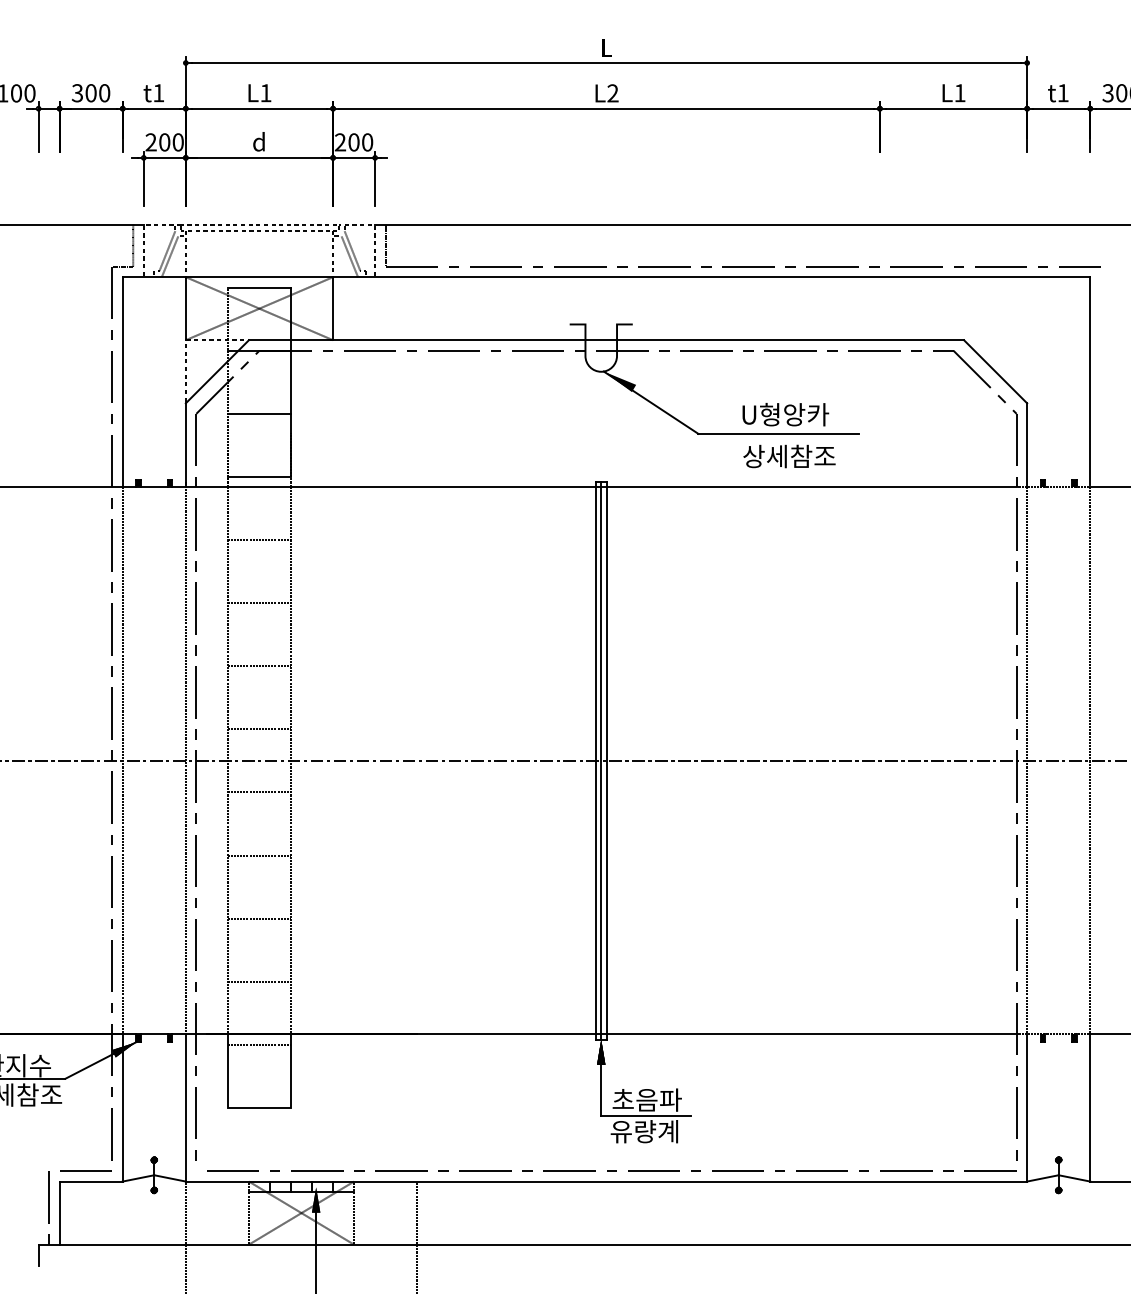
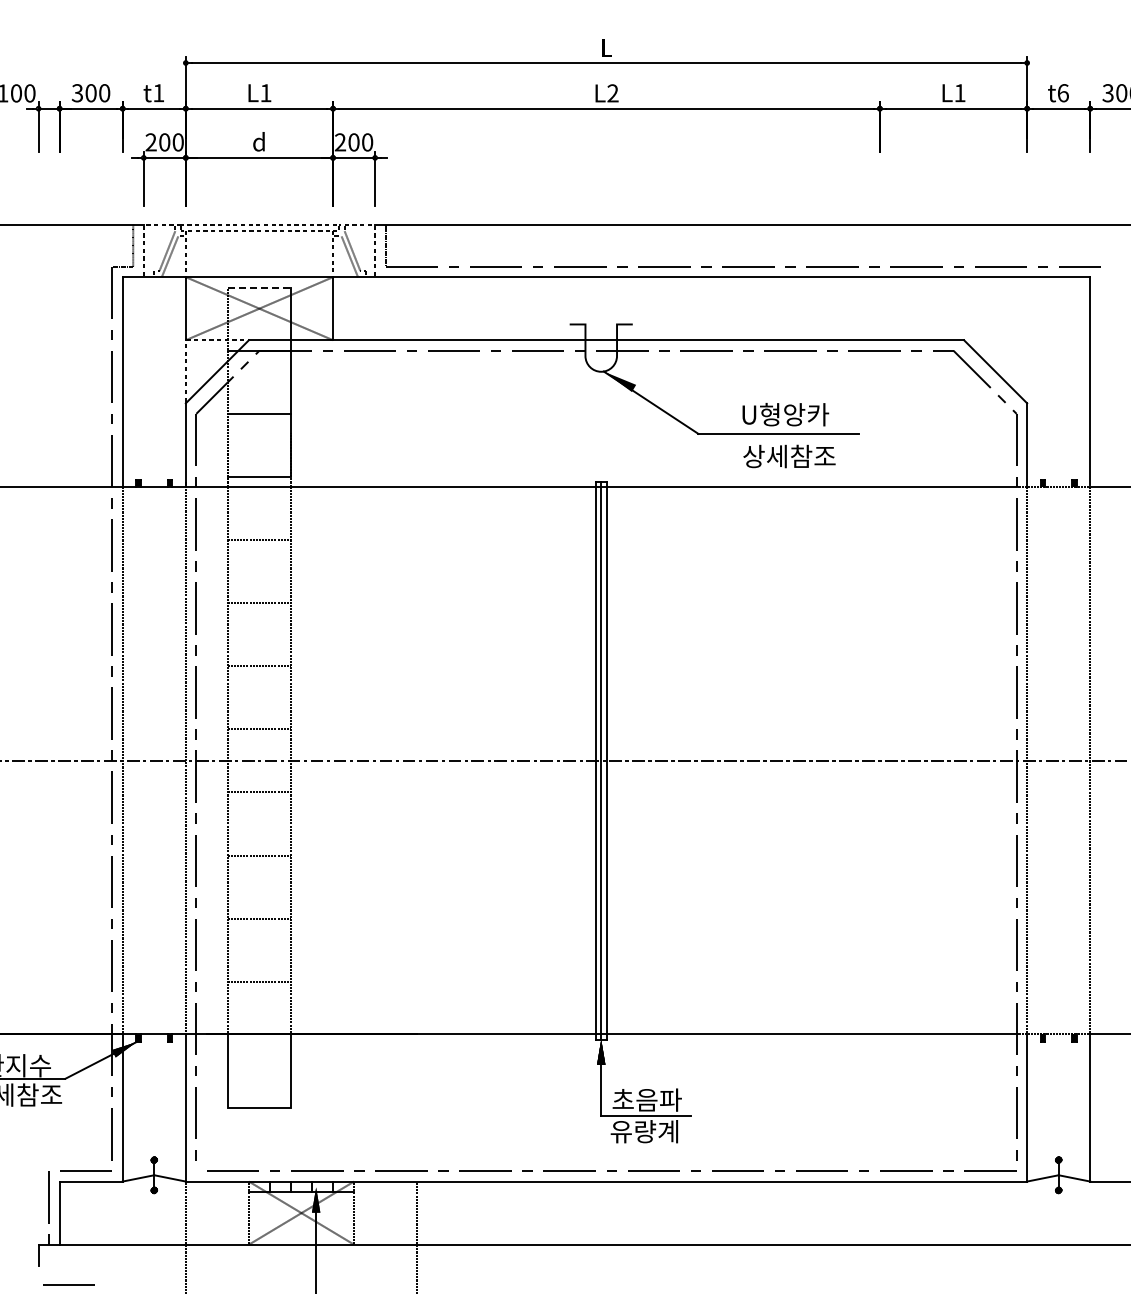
text at (1063, 93): t1 -> t6
line at (259, 287): solid -> dashed
line at (259, 1044): present -> none
line at (68, 1284): none -> present
